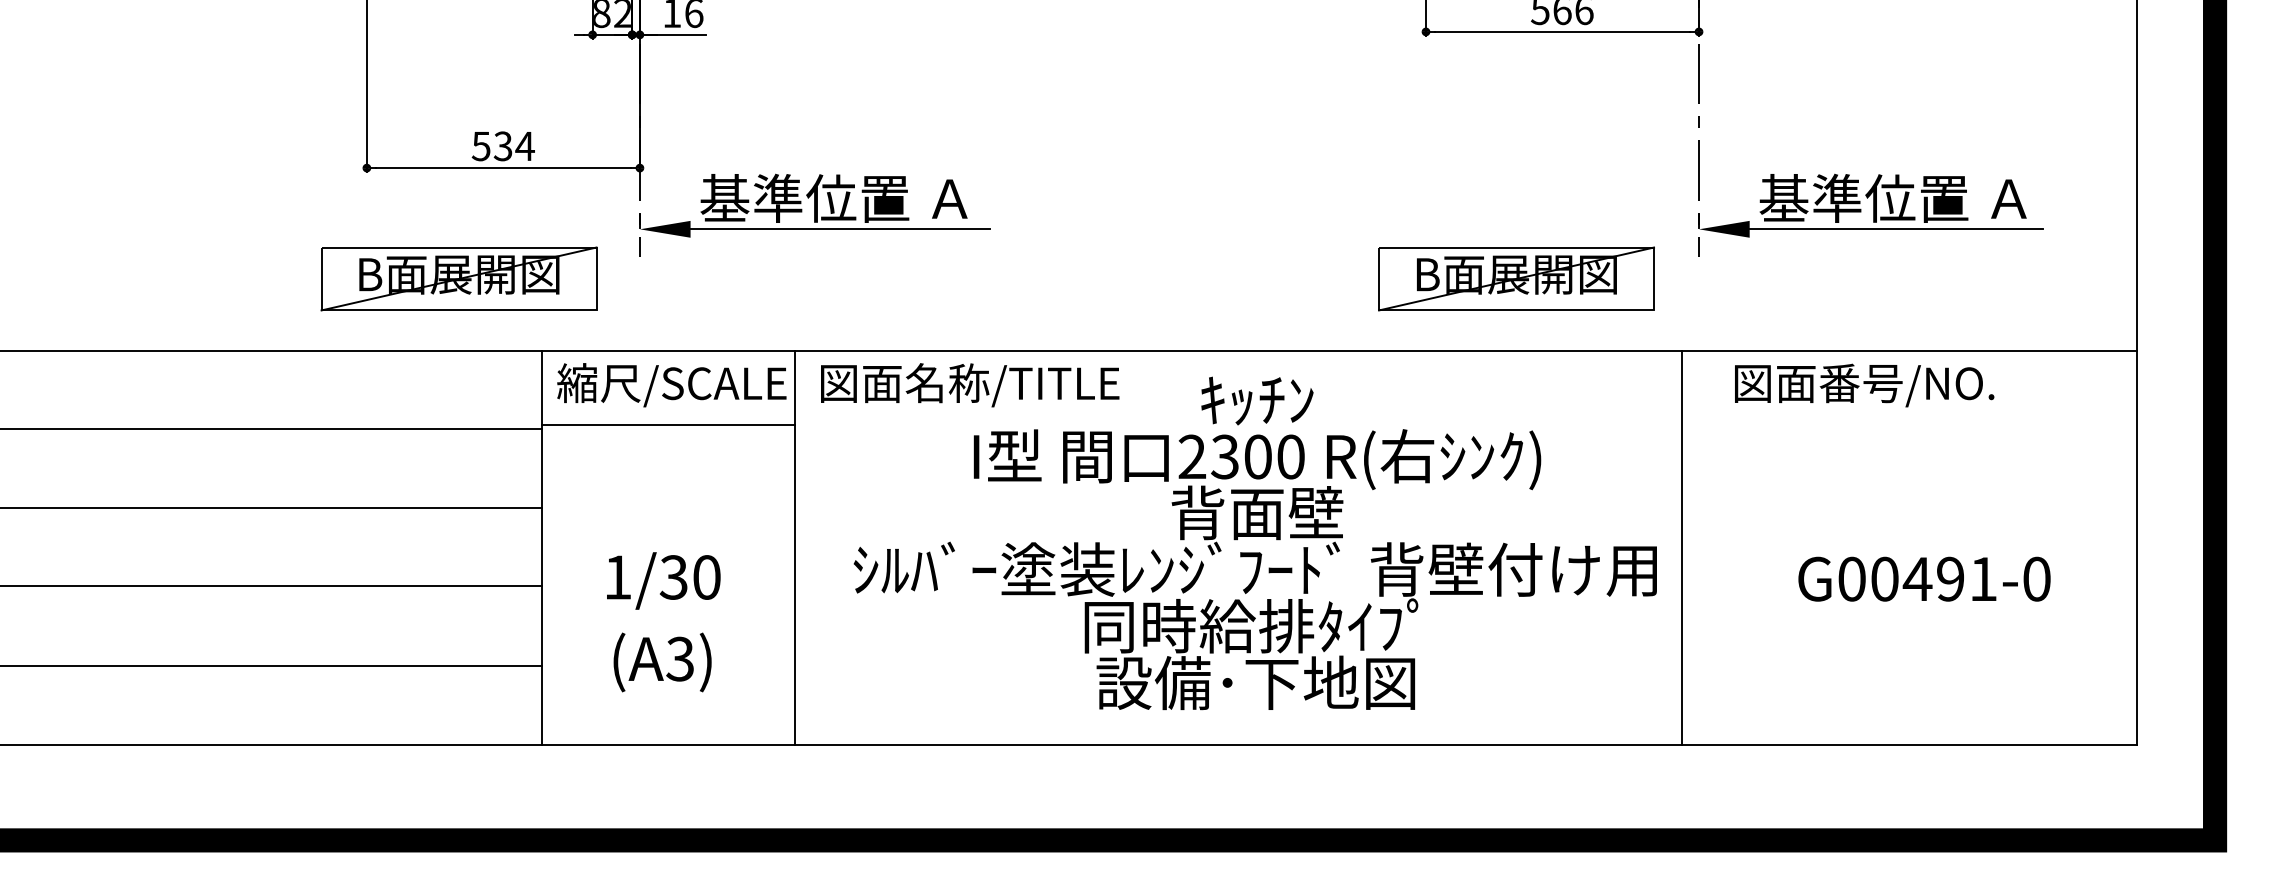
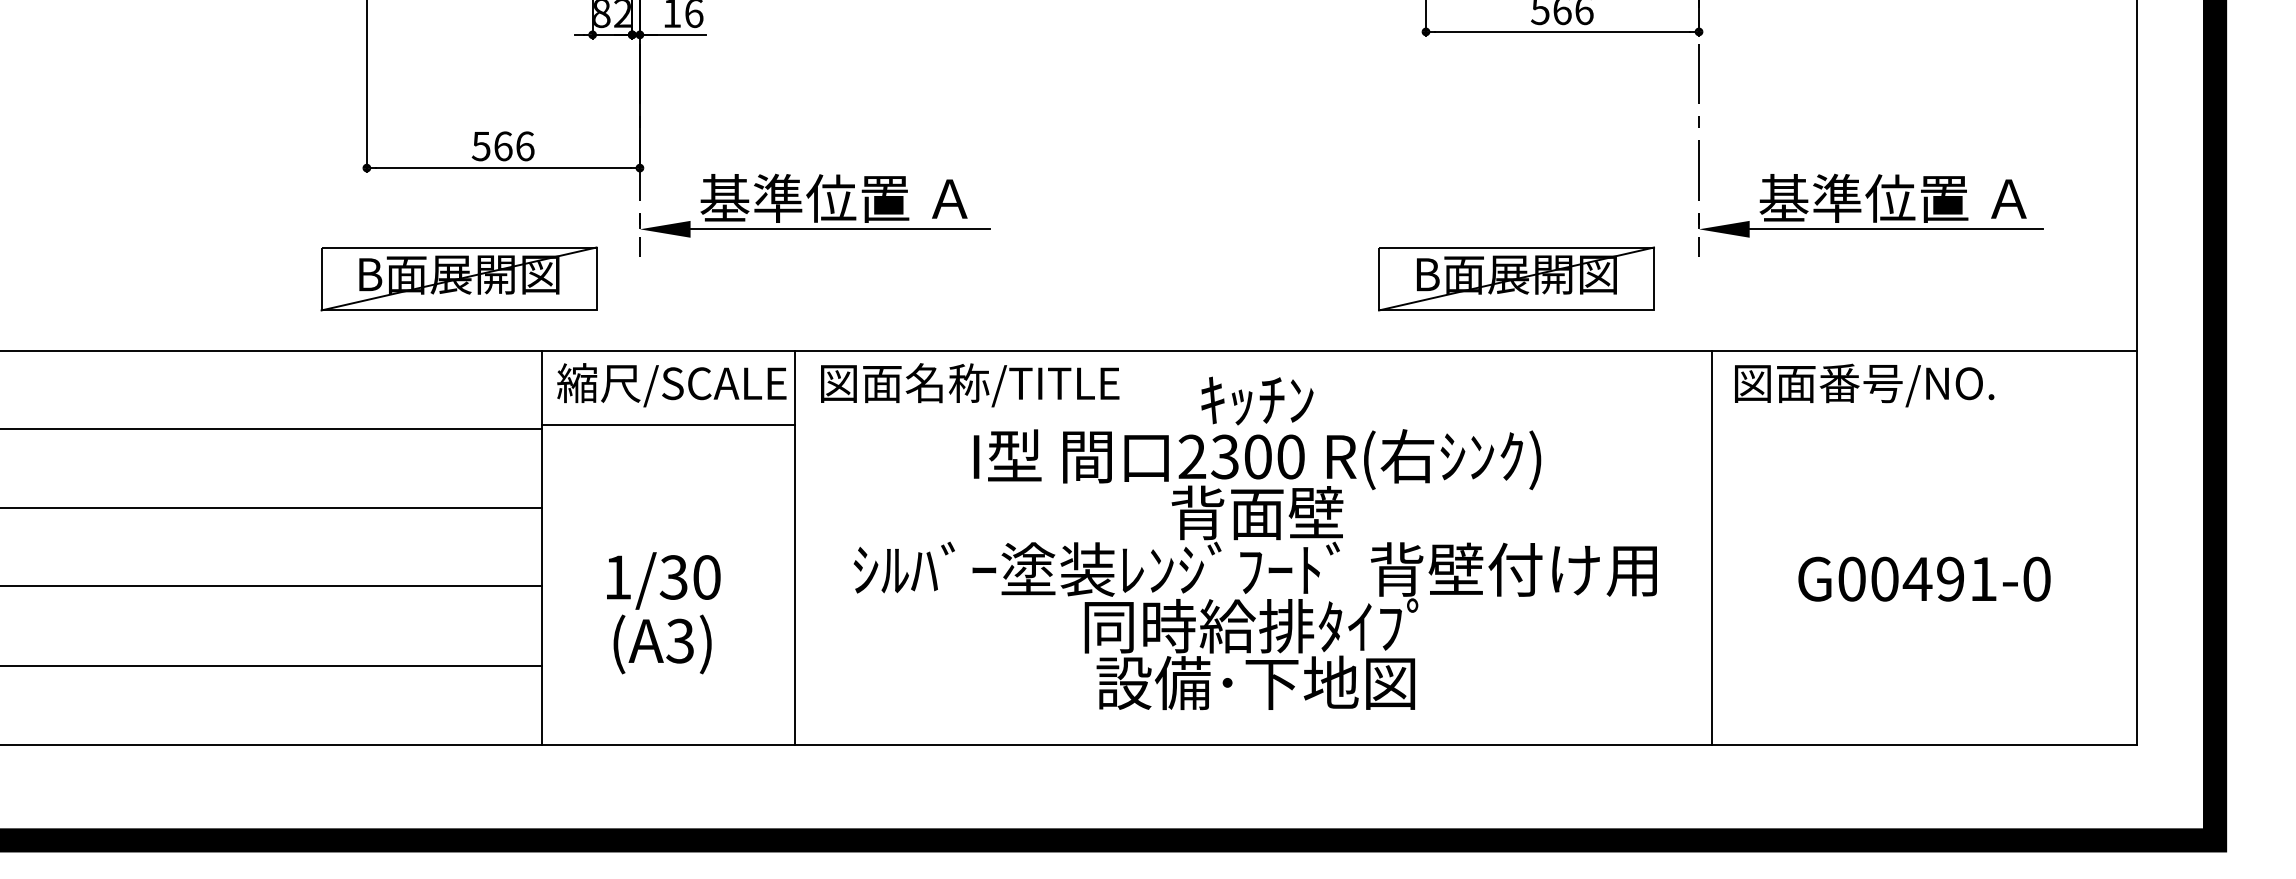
text at (513, 146): 534 -> 566
line at (1681, 547) position: (1681, 547) -> (1711, 547)
text at (662, 662) position: (662, 662) -> (662, 644)
